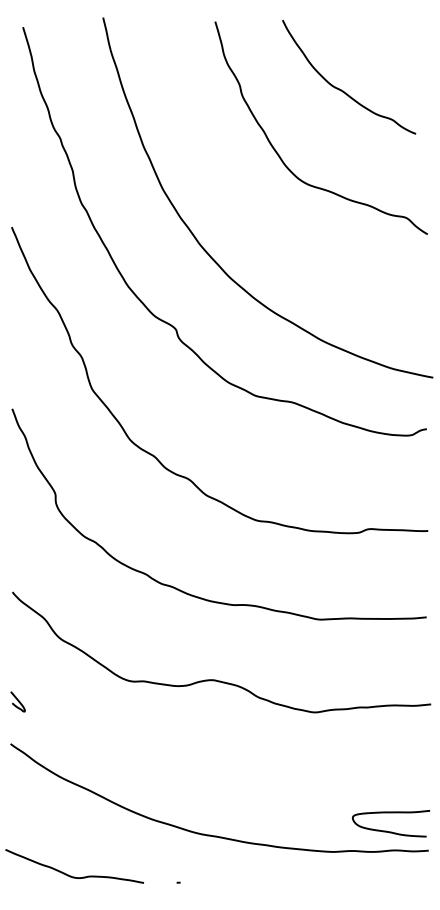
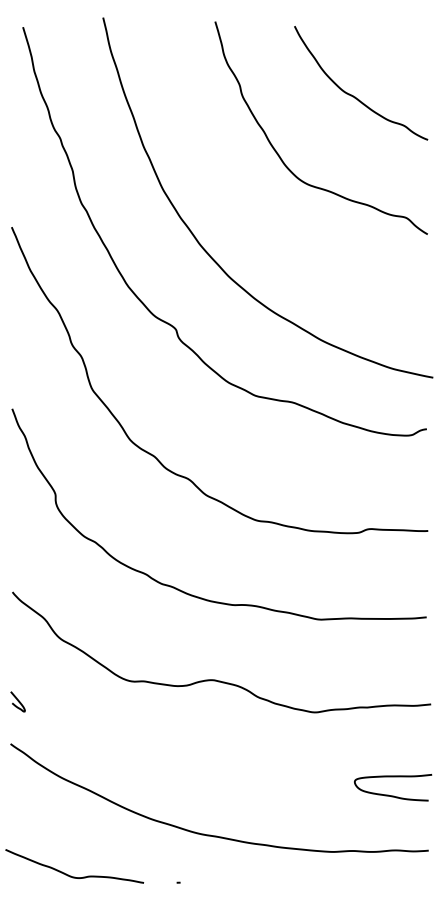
curve at (343, 90) position: (343, 90) -> (355, 96)
curve at (391, 831) position: (391, 831) -> (393, 795)
